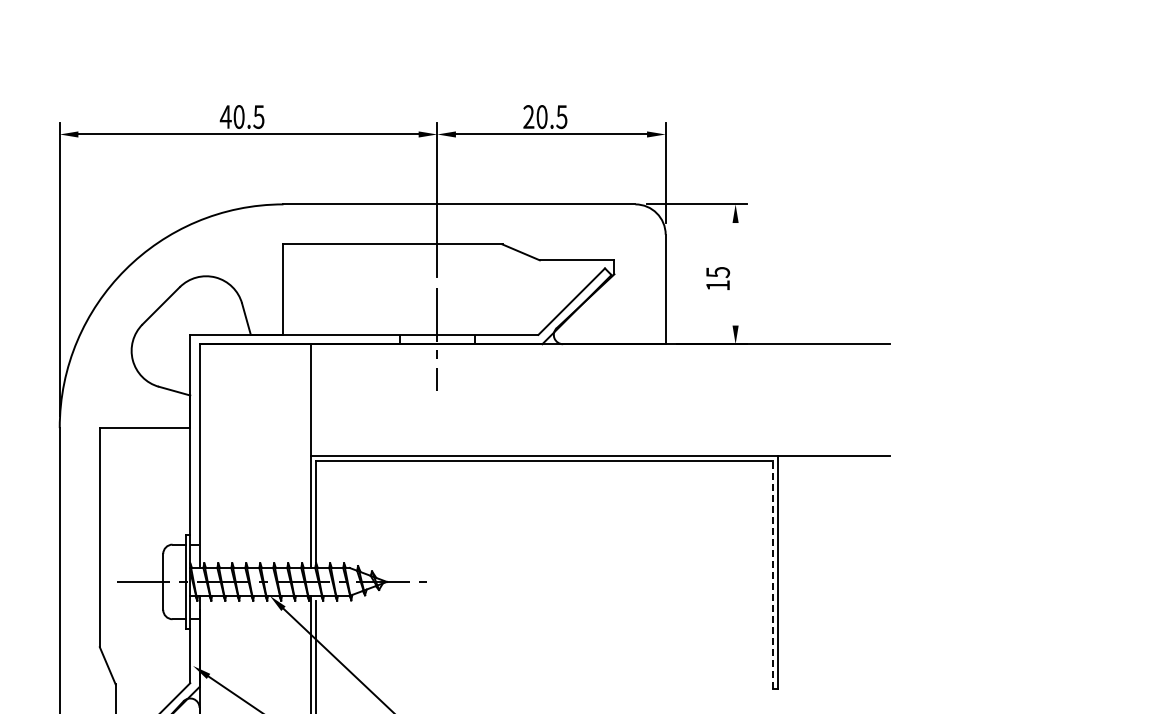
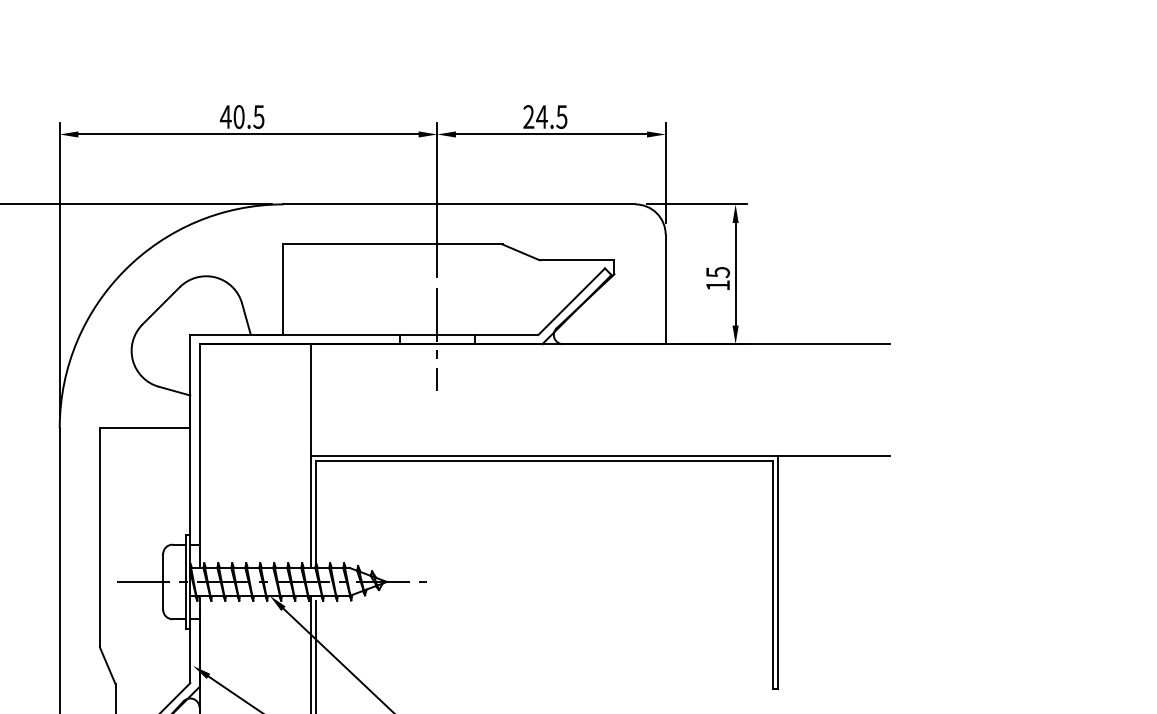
text at (541, 116): 20.5 -> 24.5
line at (136, 204): none -> present
line at (735, 274): none -> present
line at (772, 574): dashed -> solid
